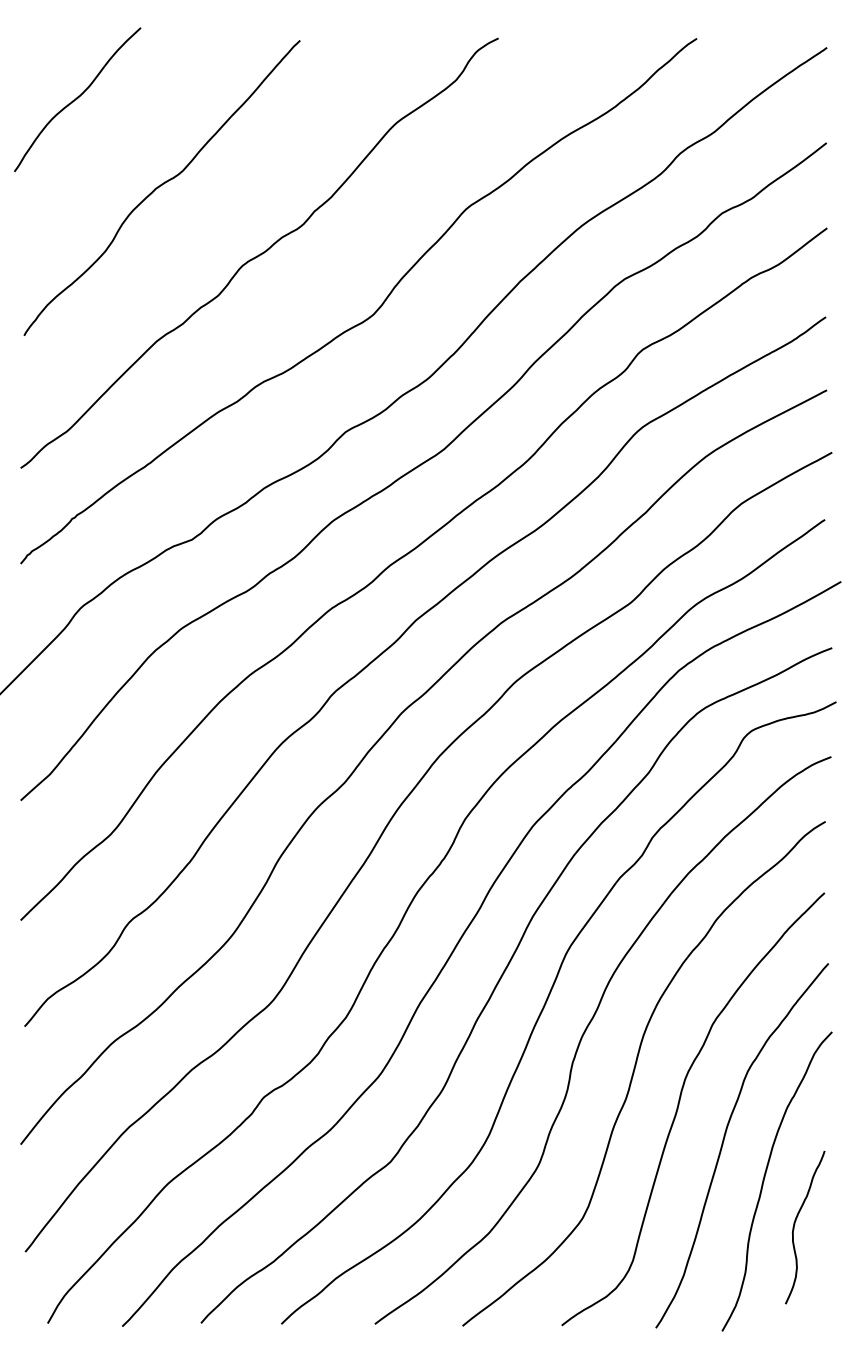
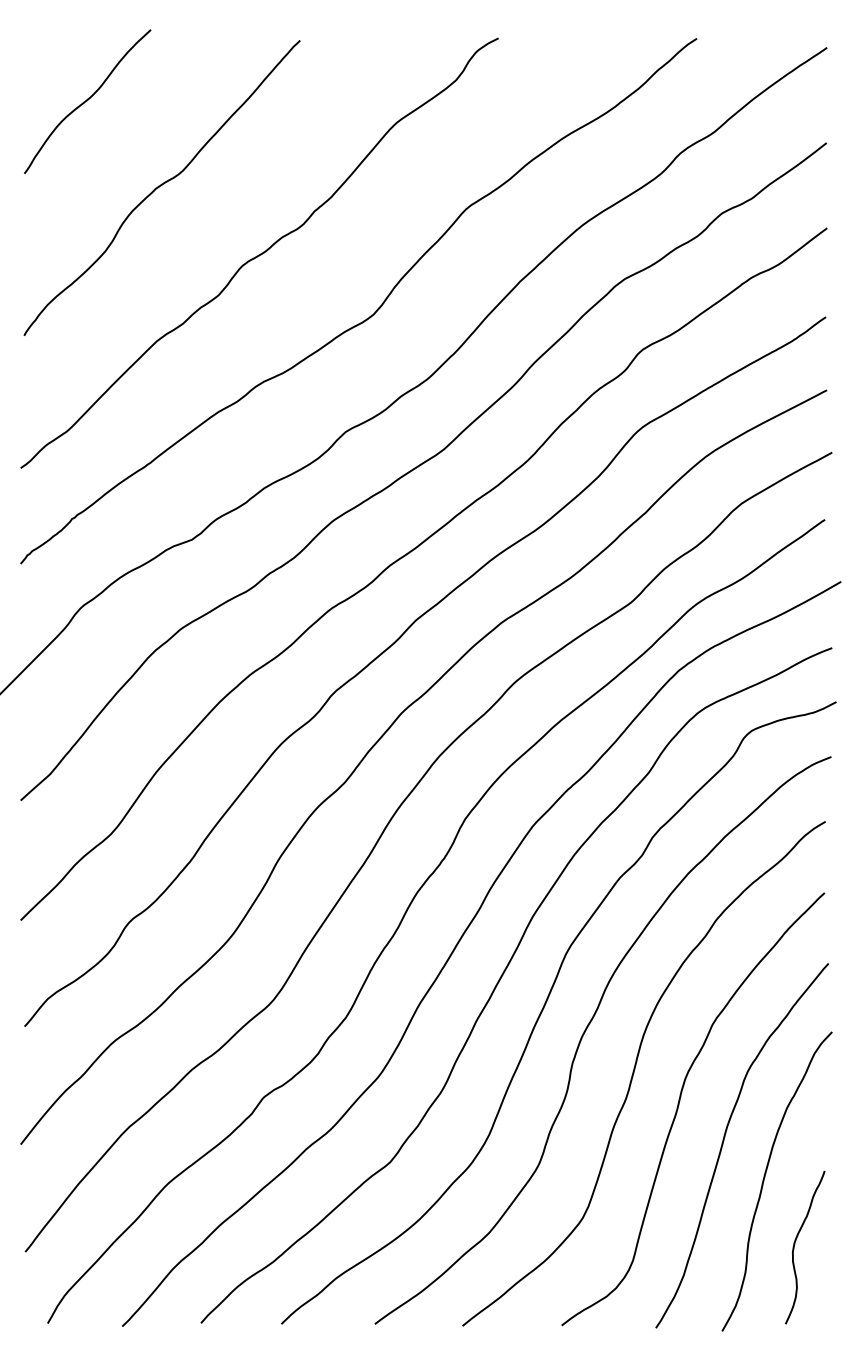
curve at (77, 99) position: (77, 99) -> (87, 101)
curve at (795, 1224) position: (795, 1224) -> (795, 1244)
